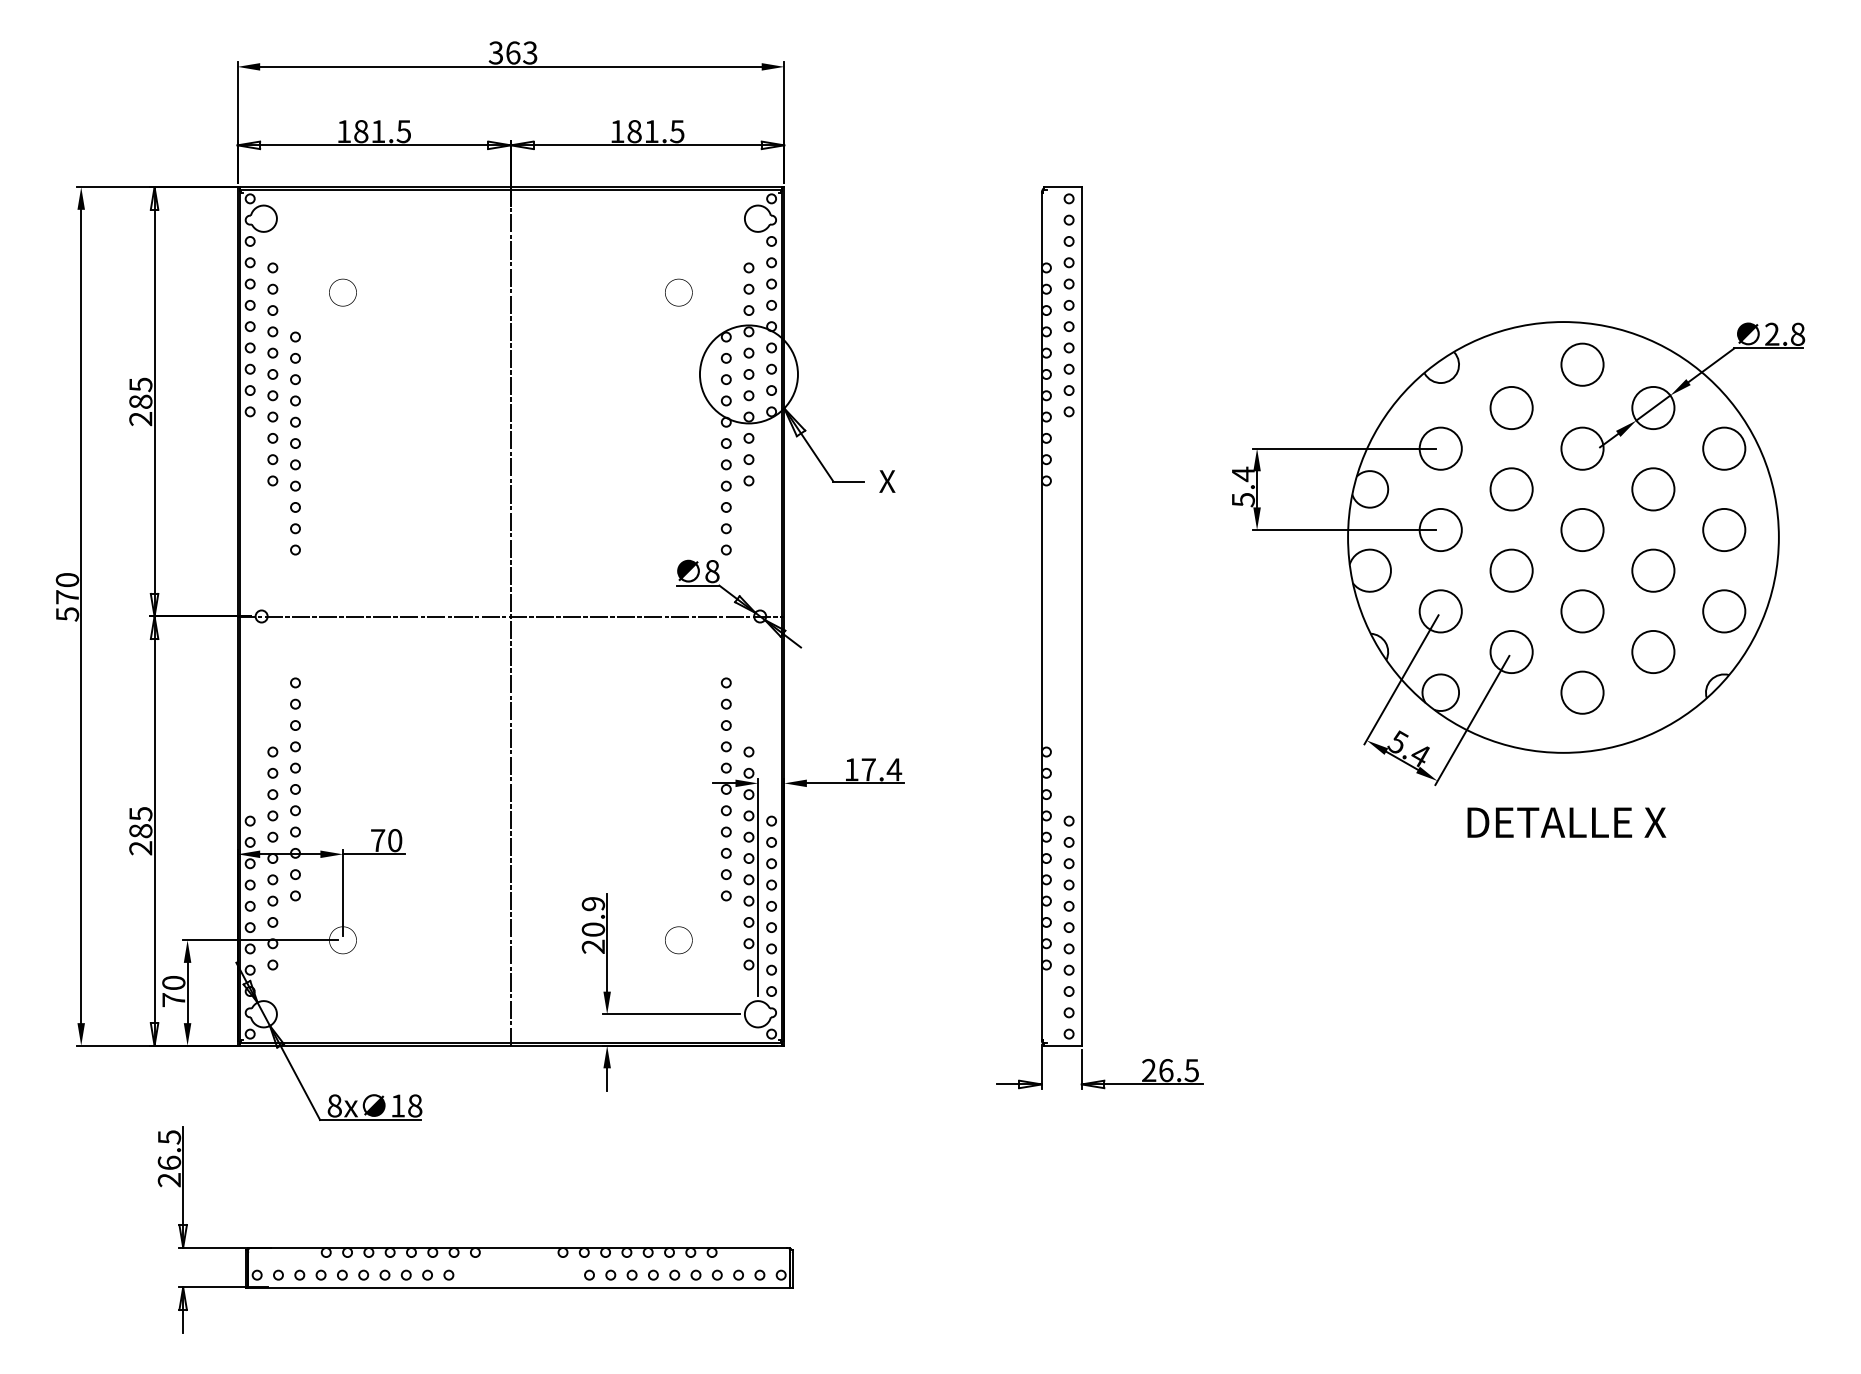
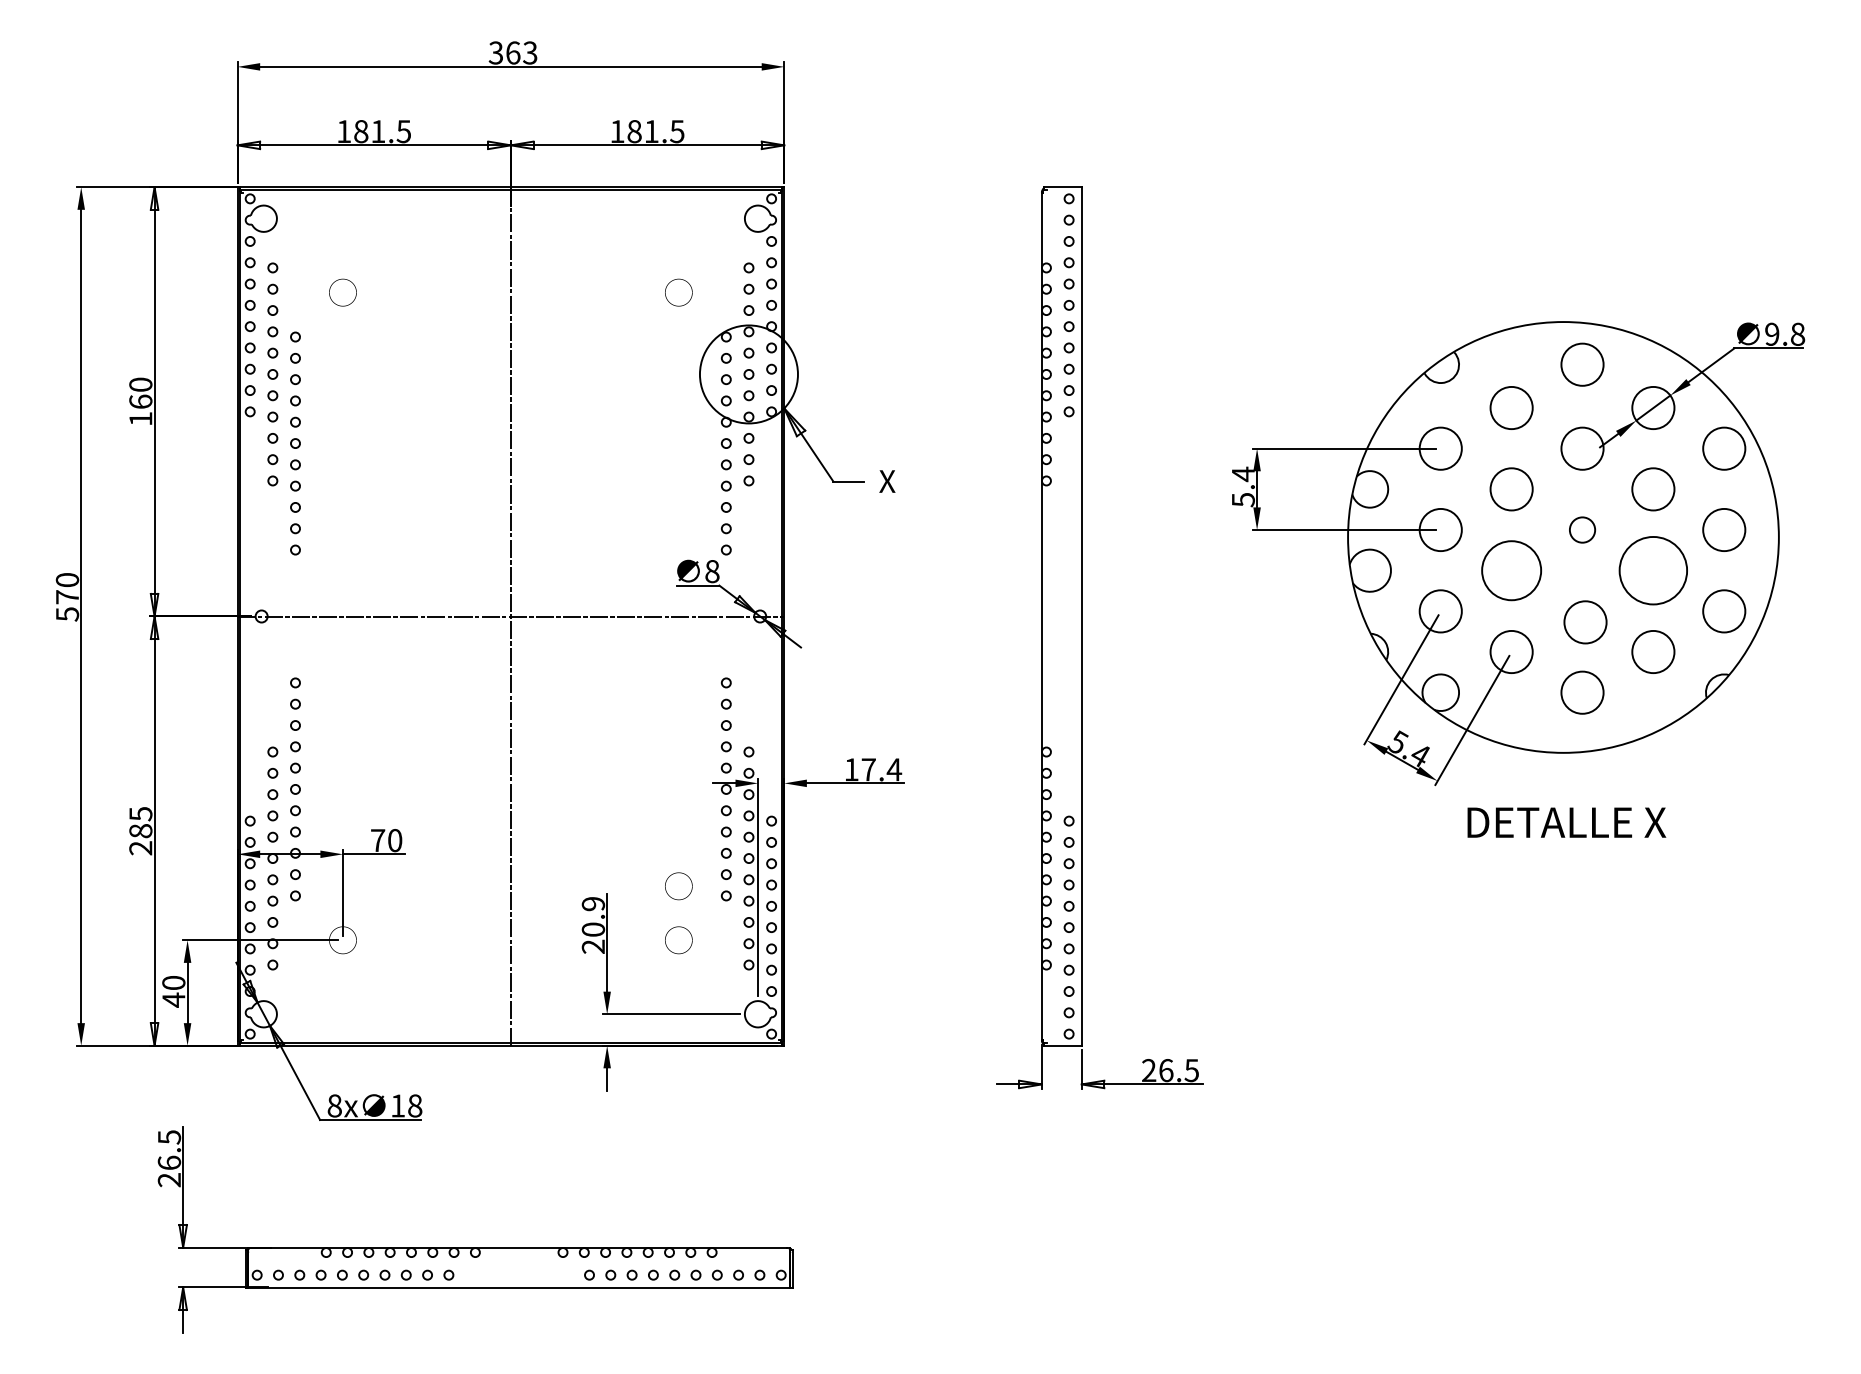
text at (1772, 334): 2.8 -> 9.8
text at (140, 401): 285 -> 160
circle at (1582, 529) diameter: 42 px -> 25 px
circle at (1511, 570) diameter: 42 px -> 59 px
circle at (1653, 570) diameter: 42 px -> 67 px
circle at (1582, 611) position: (1582, 611) -> (1585, 622)
part at (678, 886): none -> present
text at (173, 999): 70 -> 40
